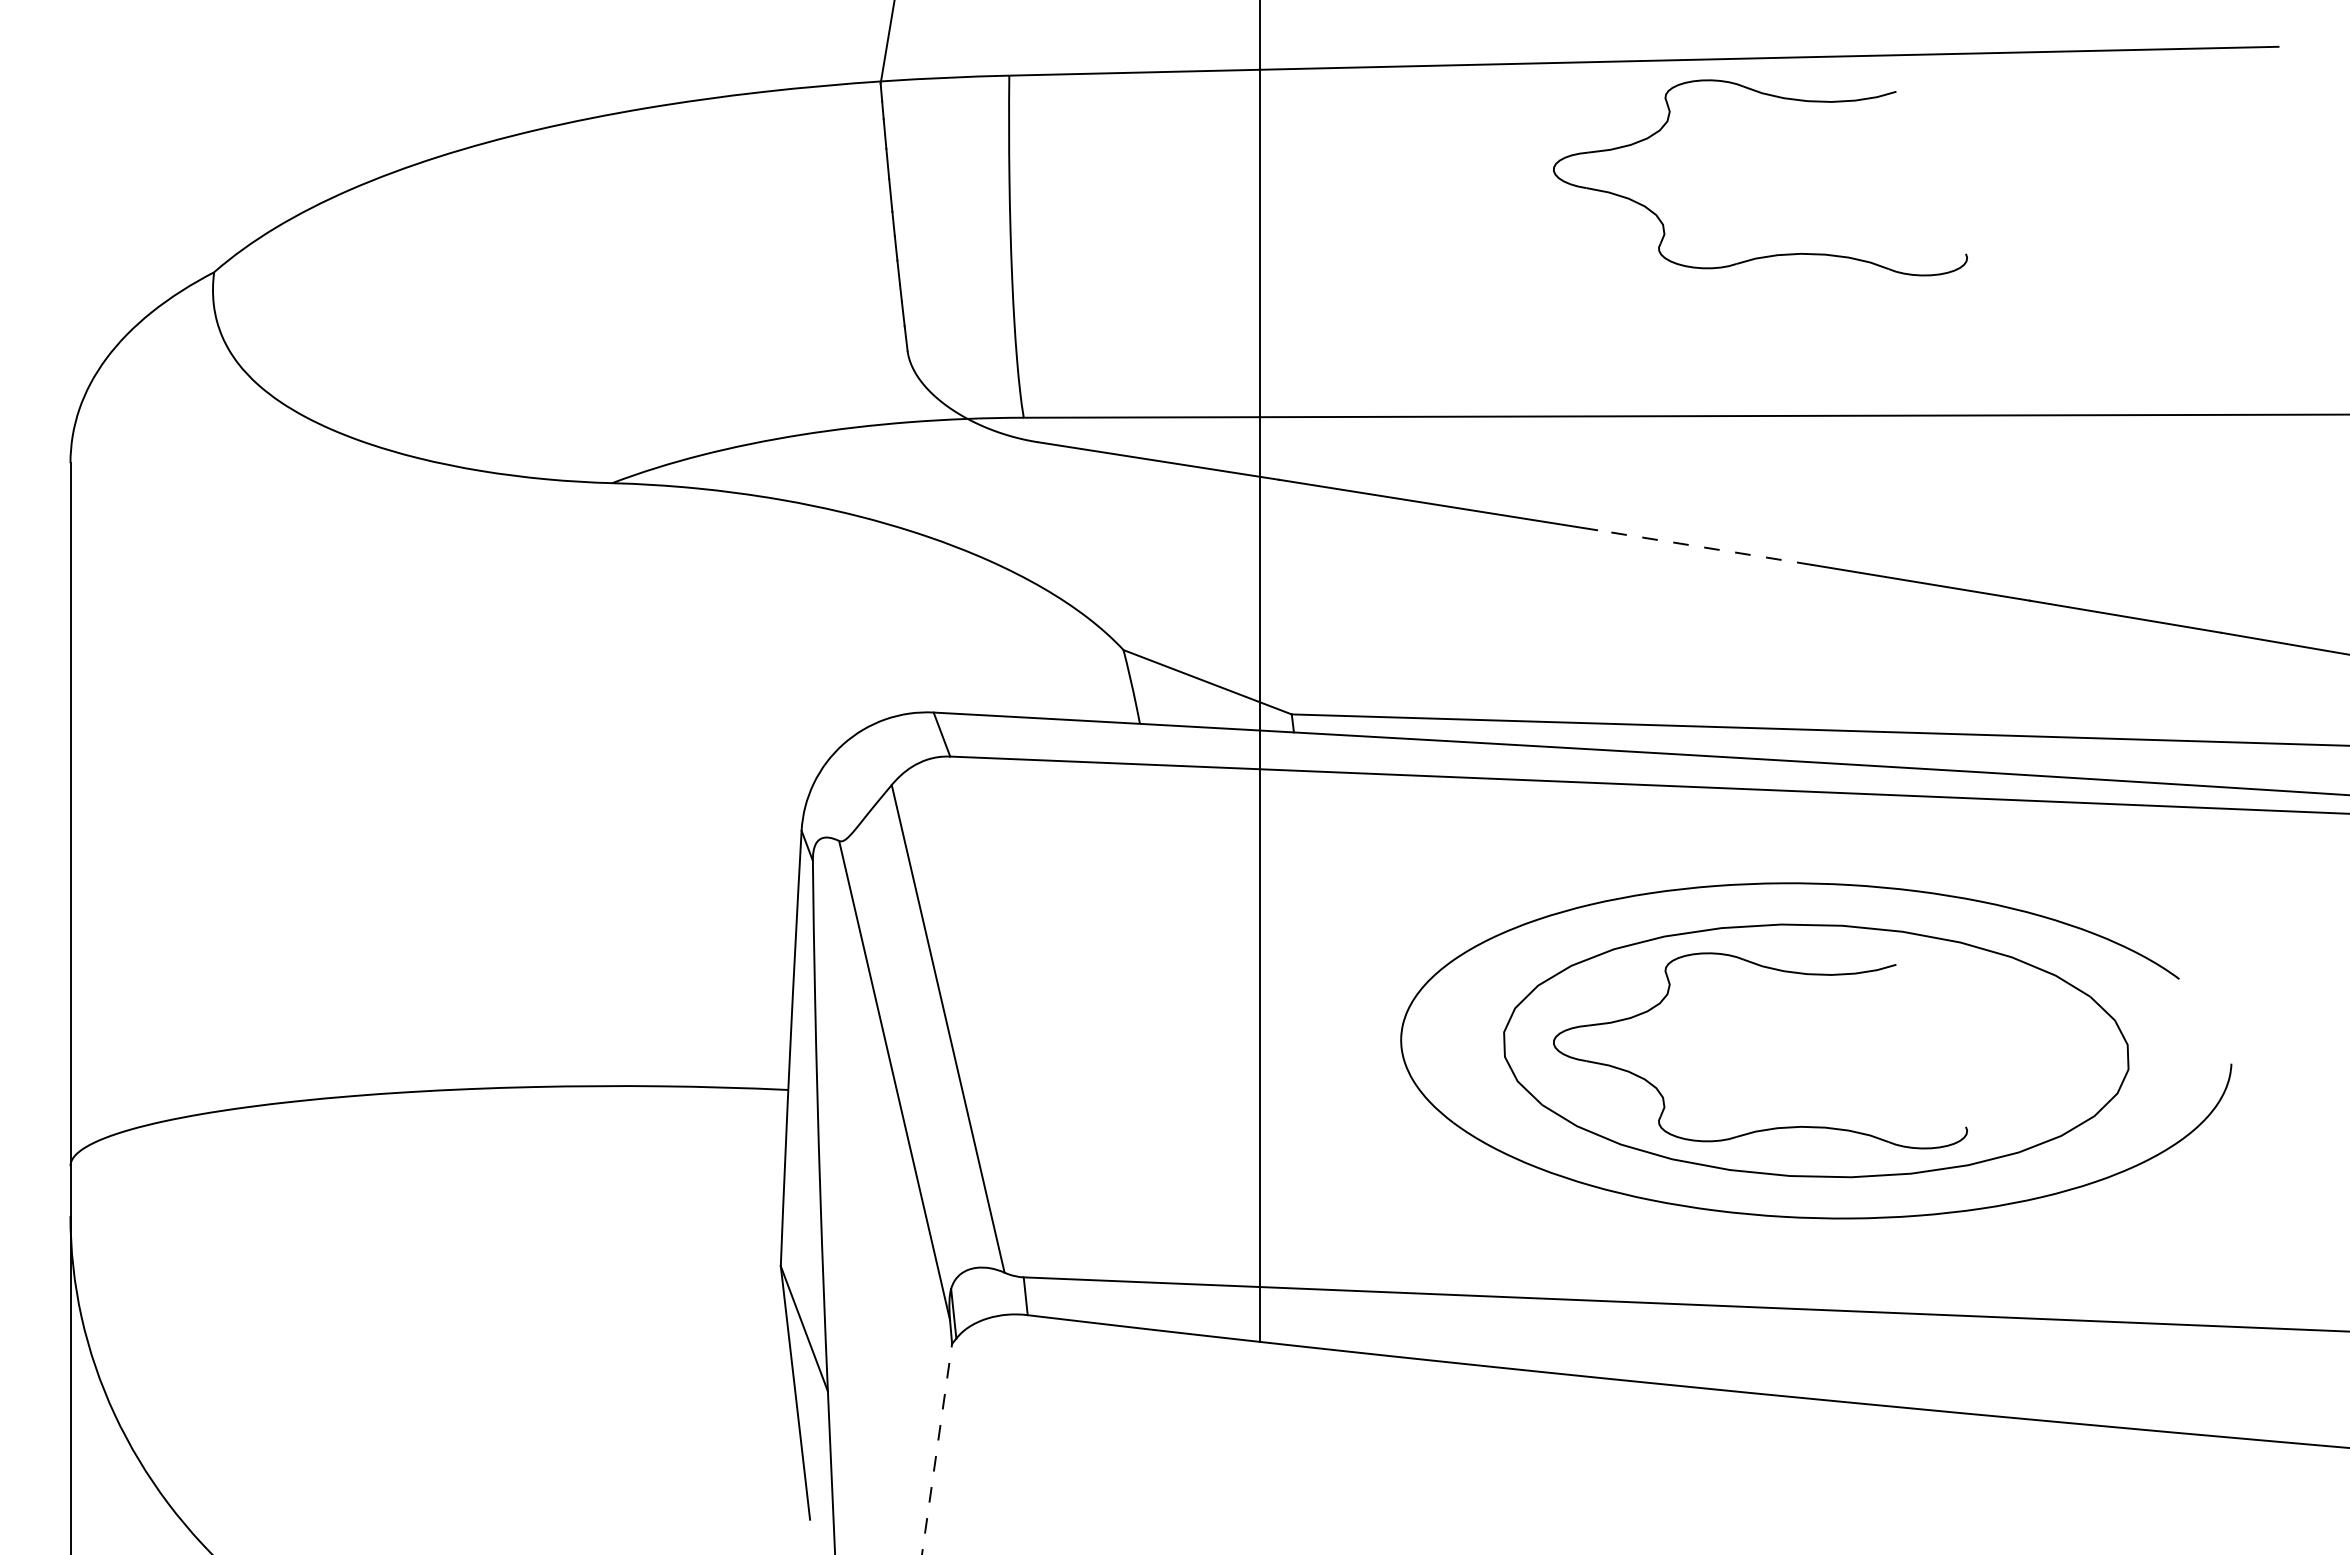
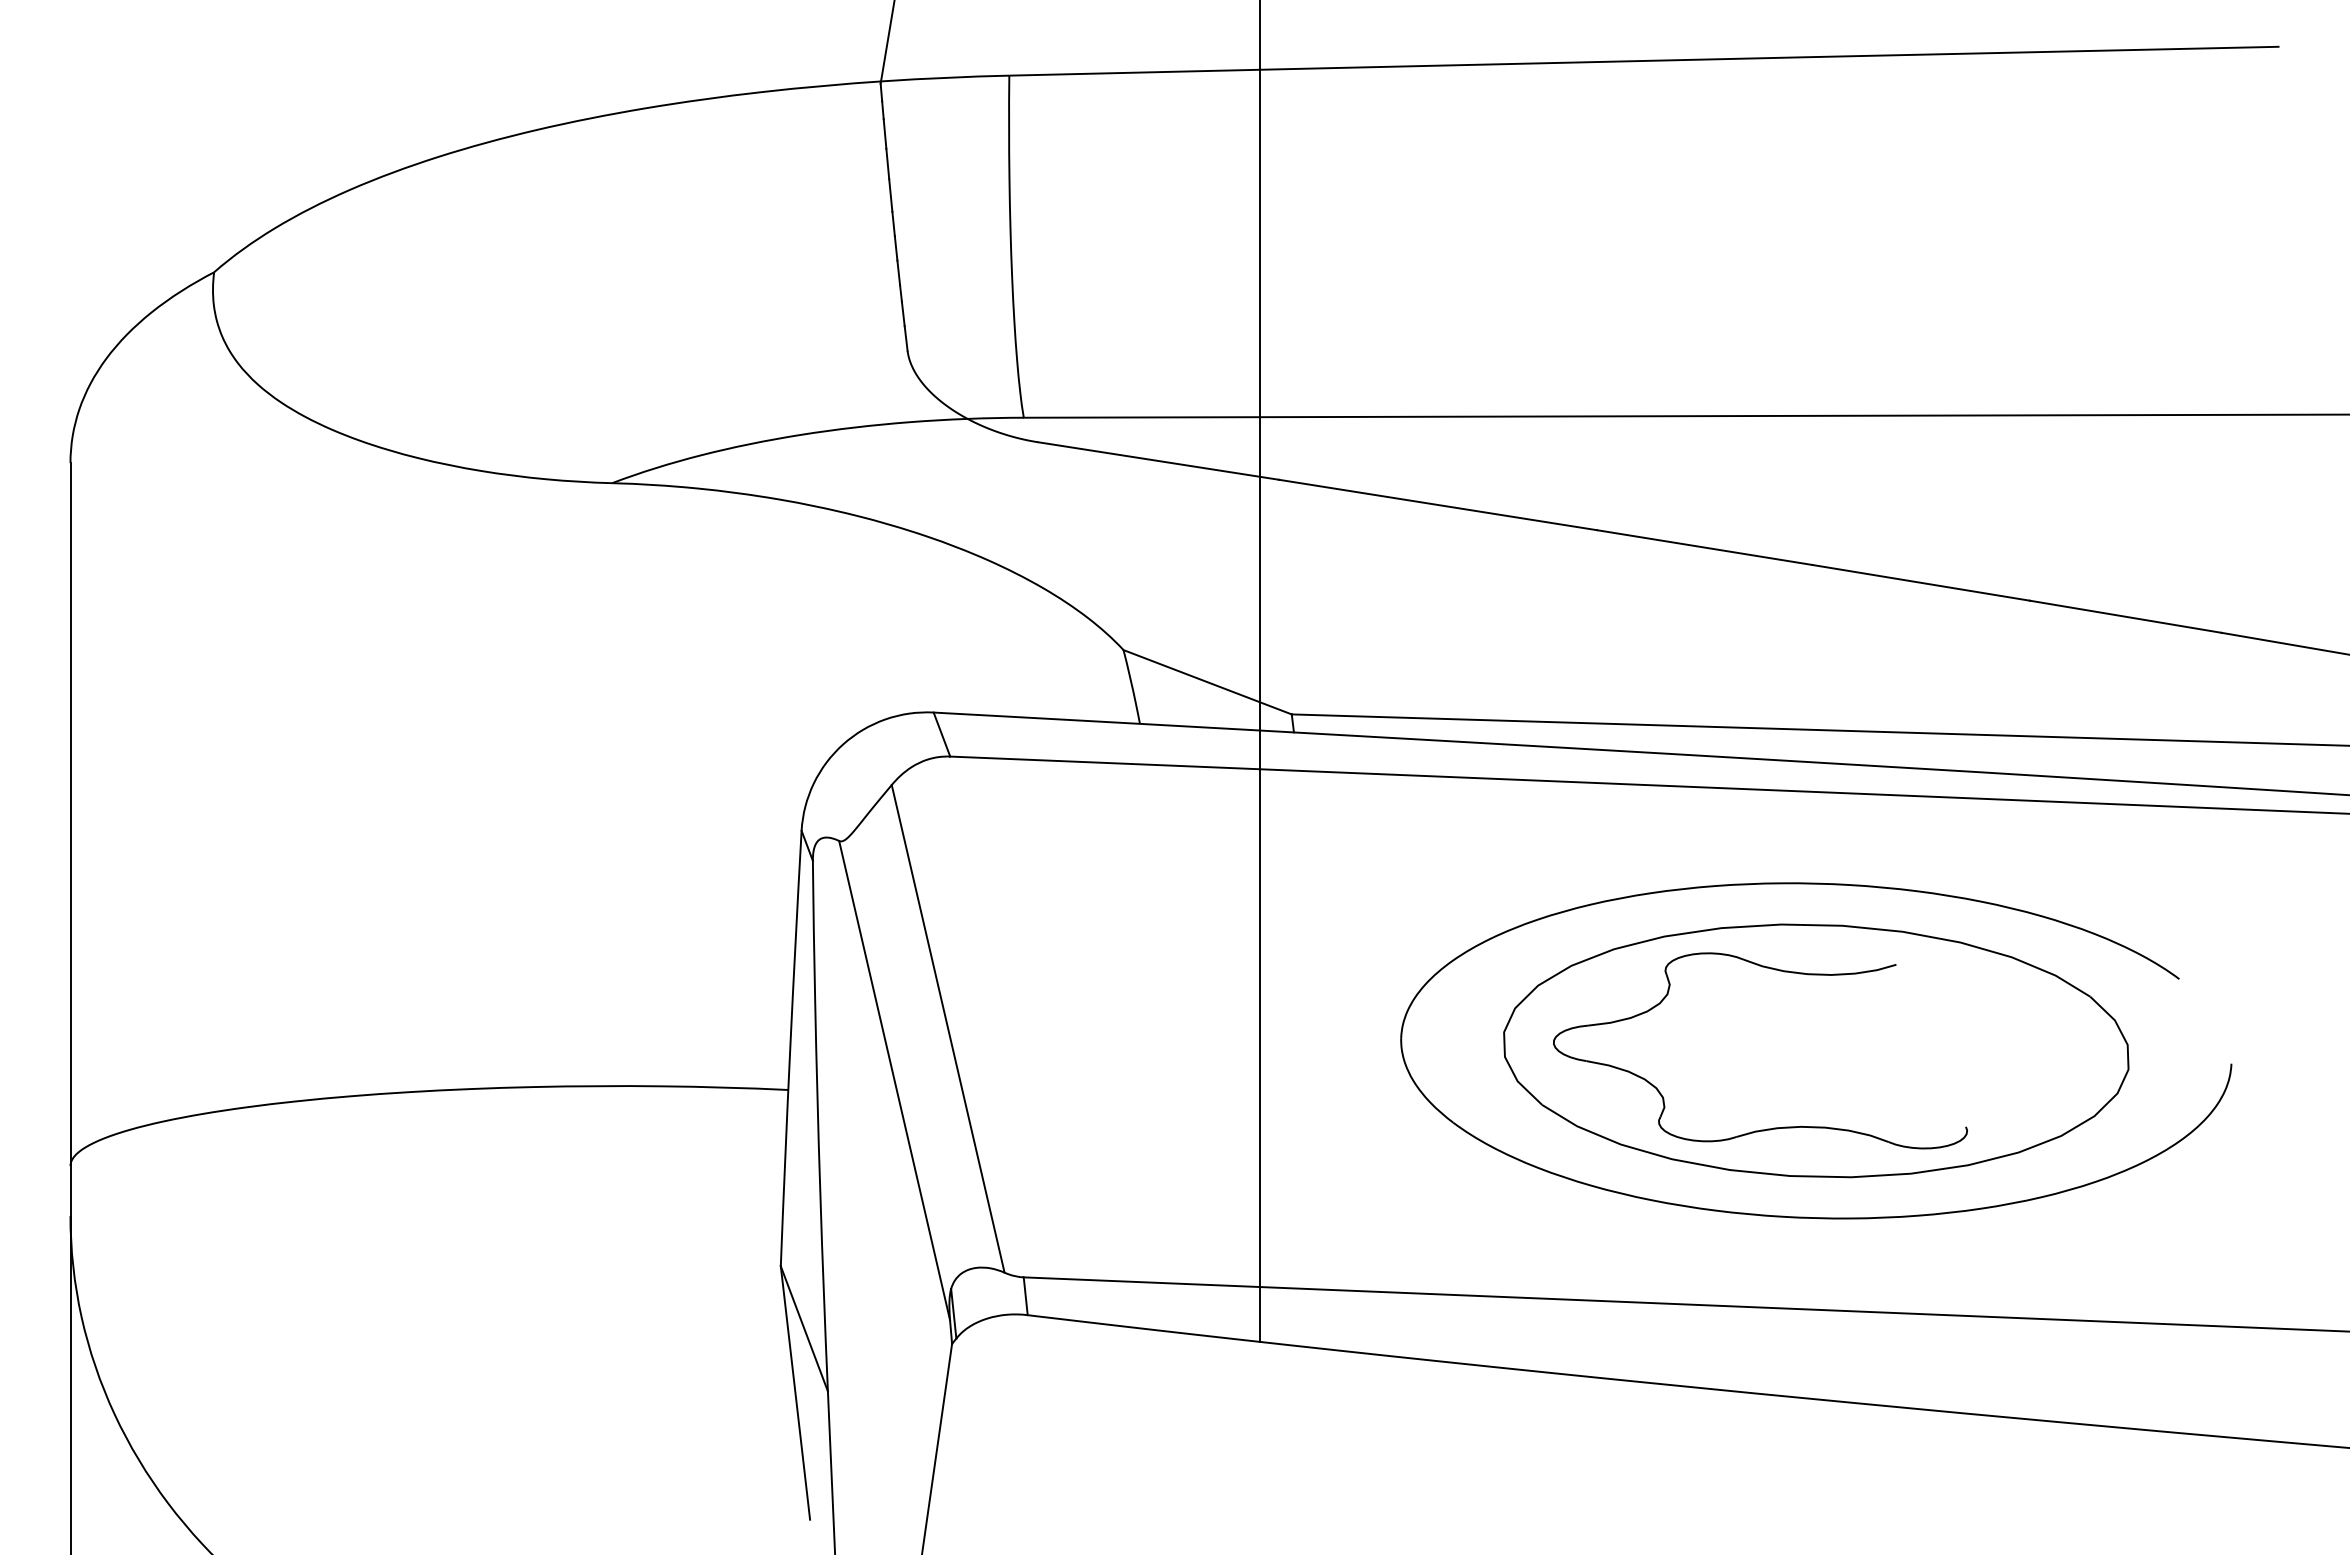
part at (1773, 254): present -> none
line at (1704, 547): dashed -> solid
line at (937, 1448): dashed -> solid
